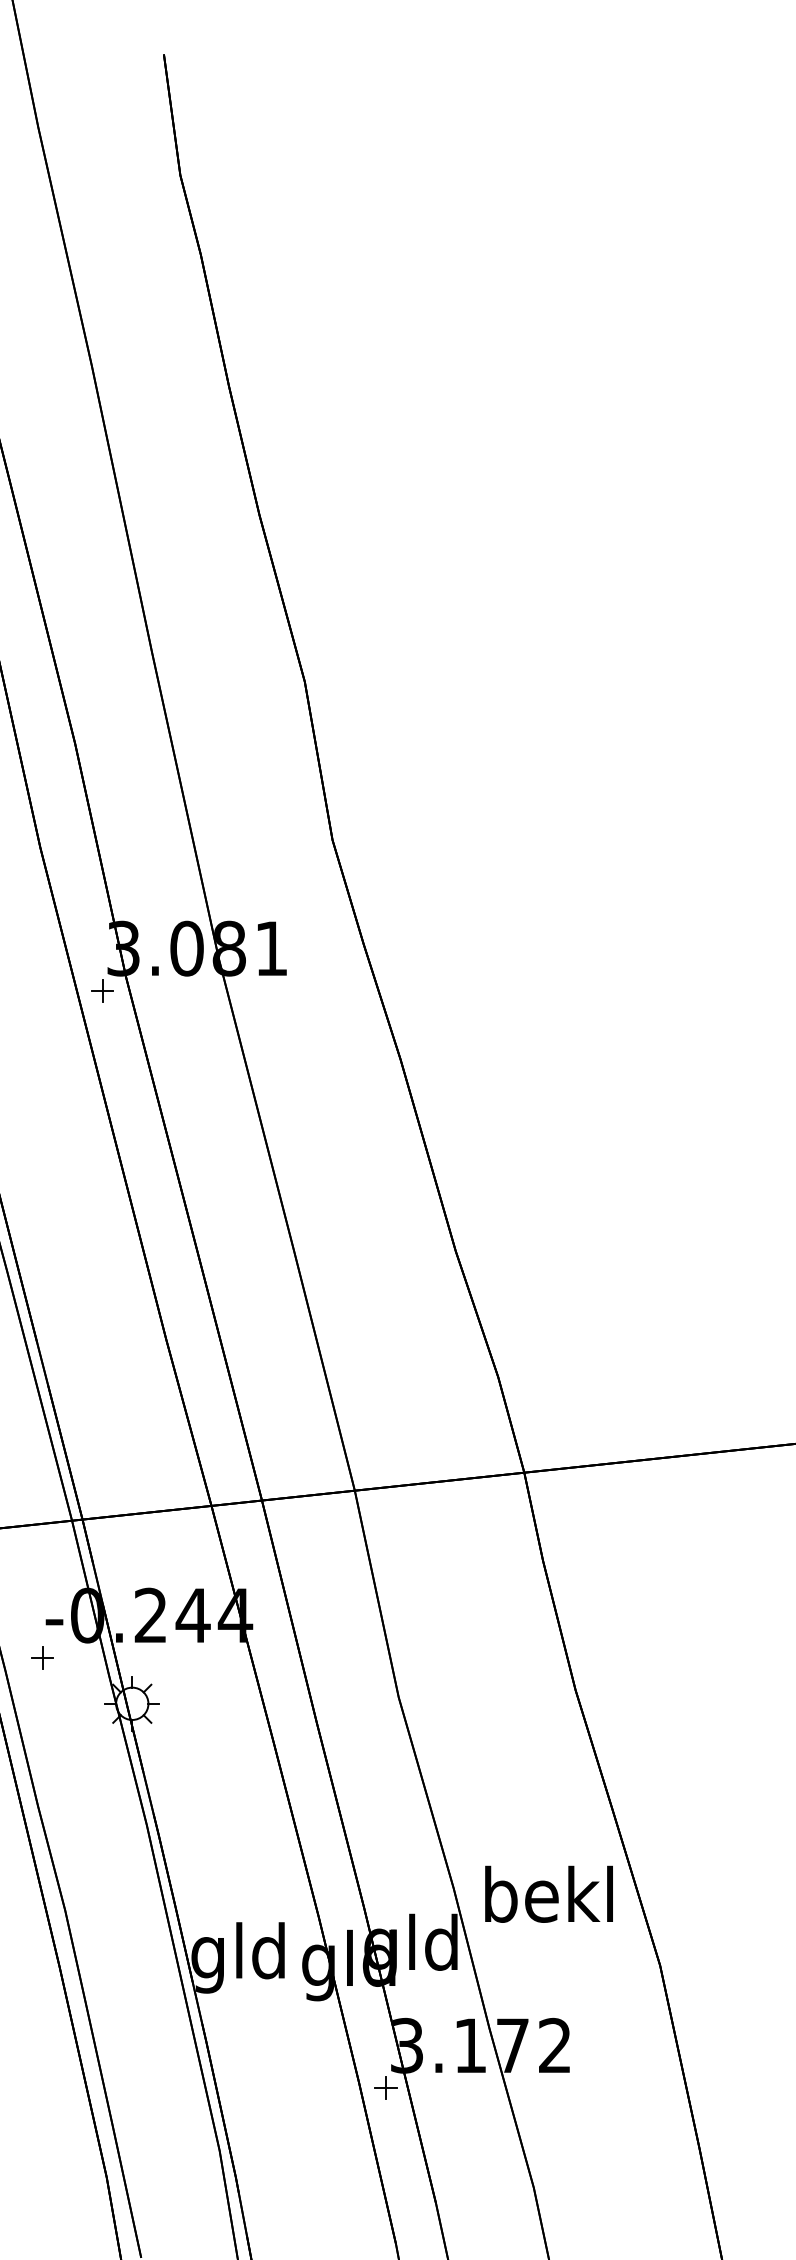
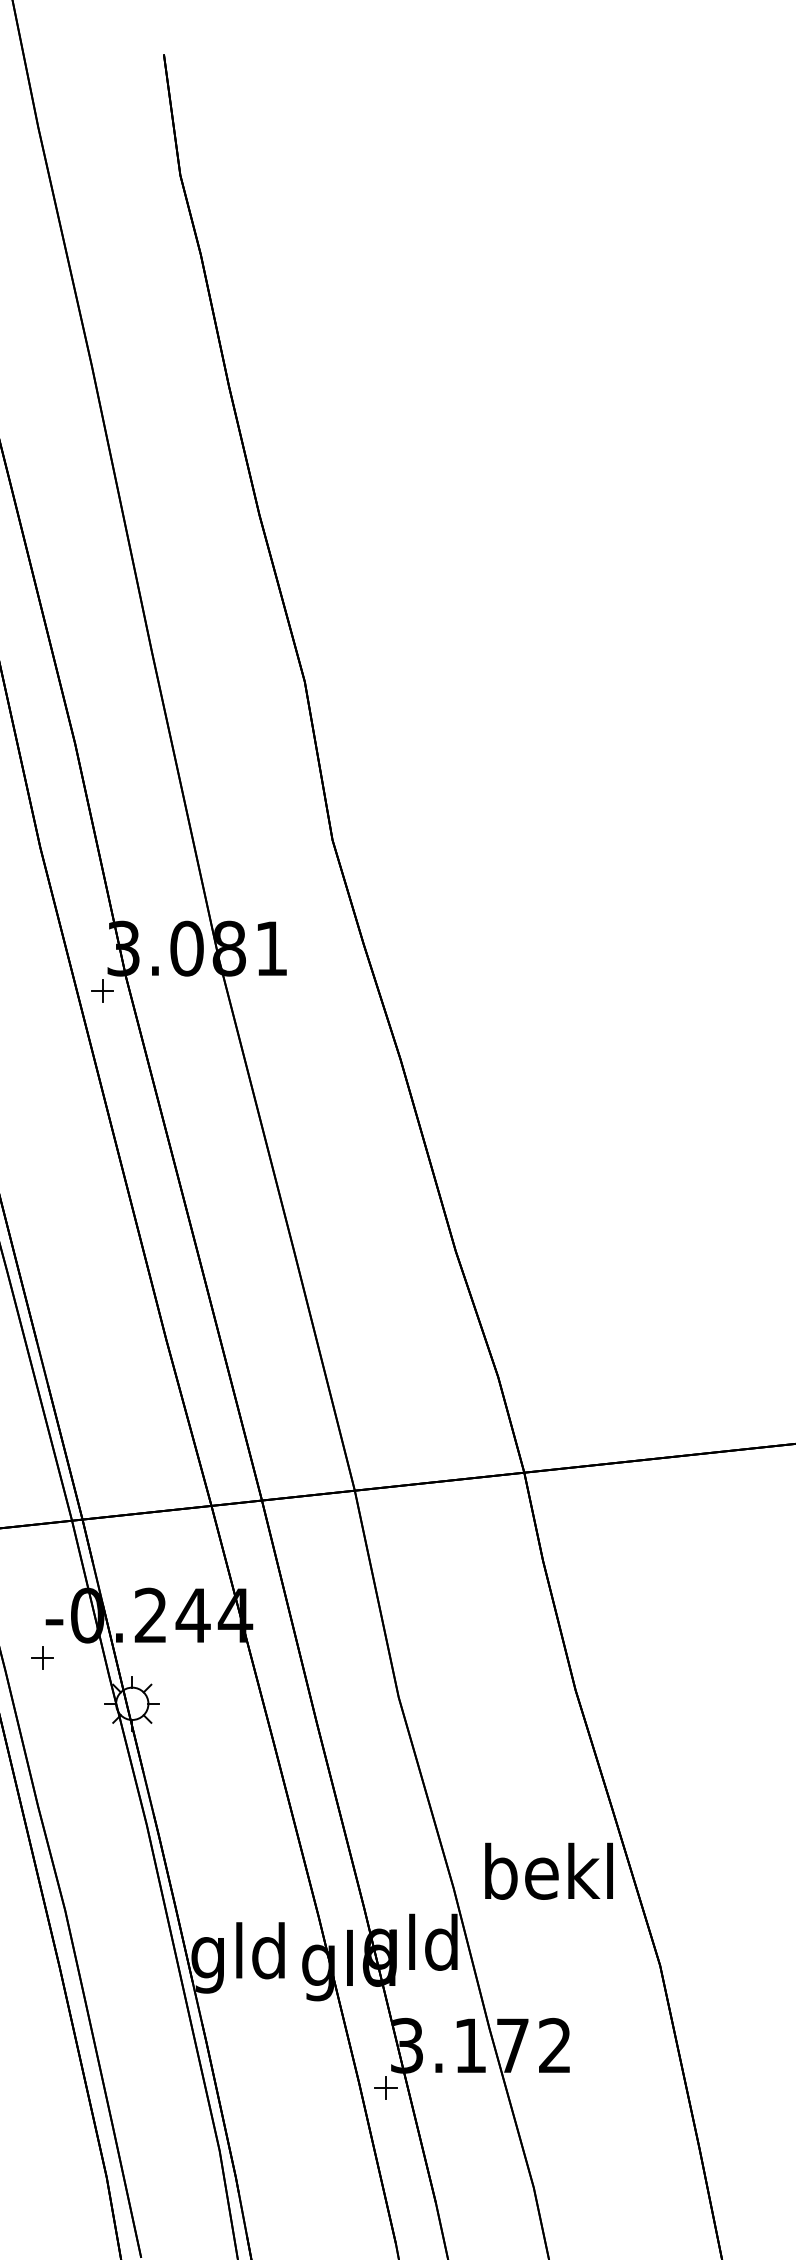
text at (548, 1893) position: (548, 1893) -> (548, 1870)
